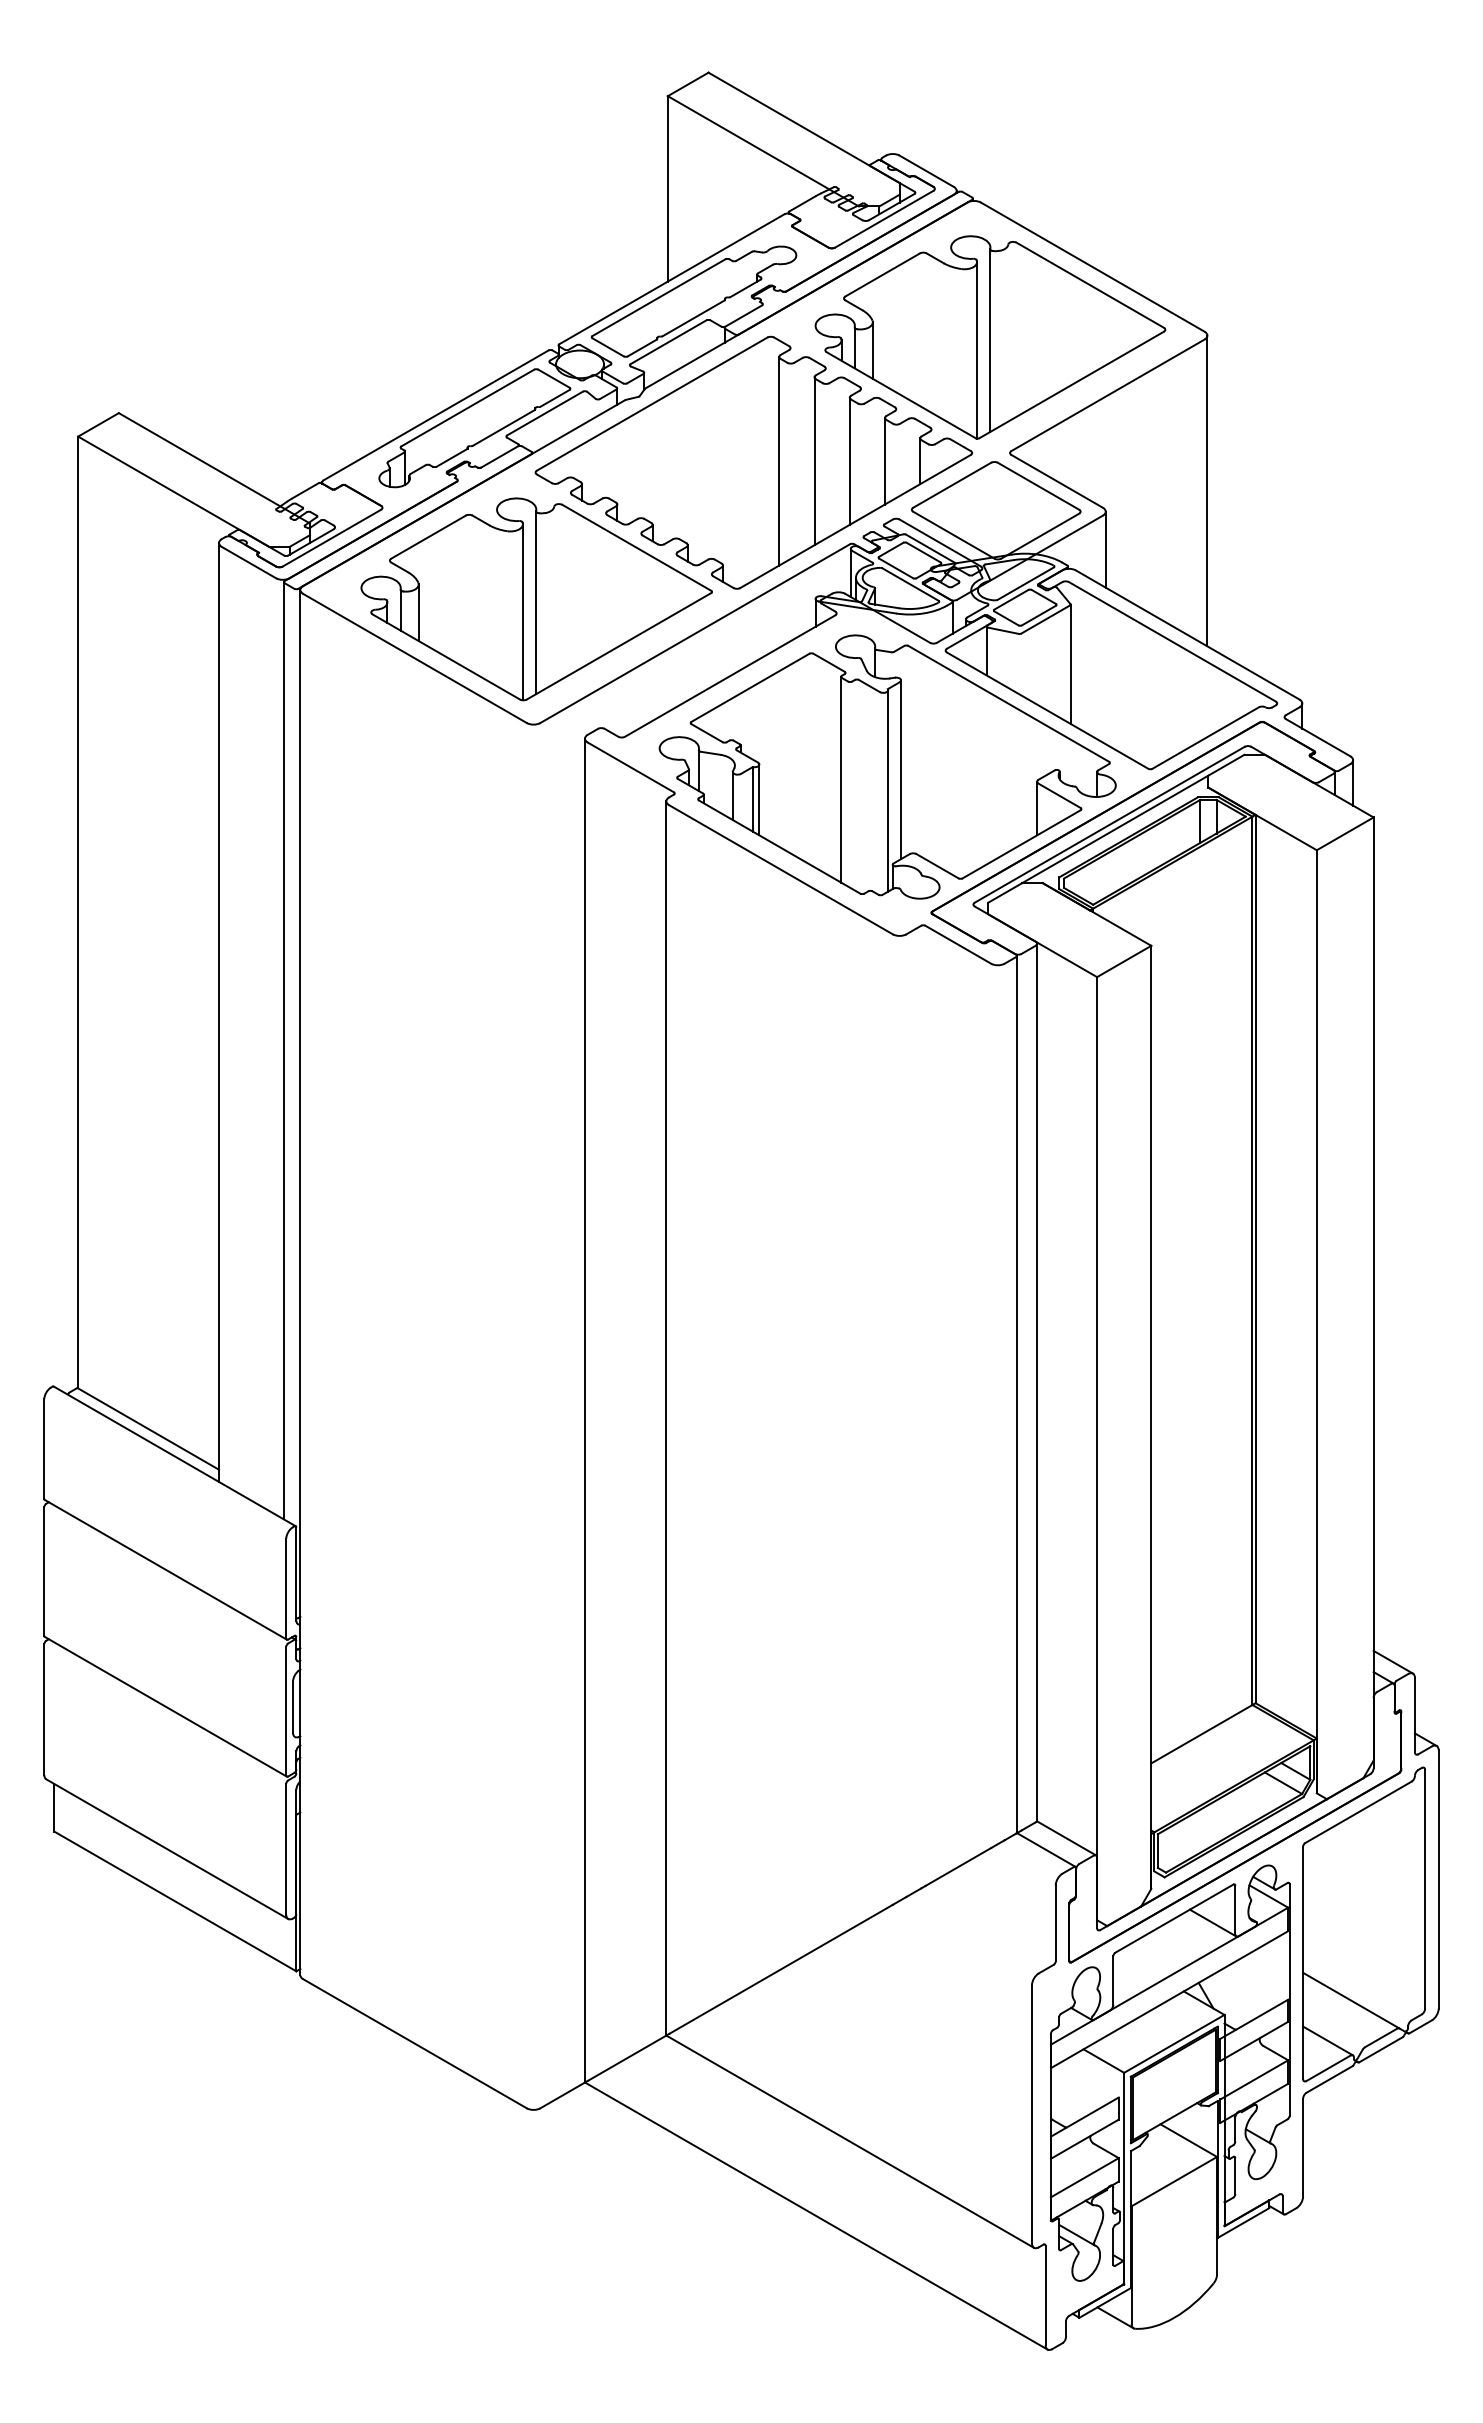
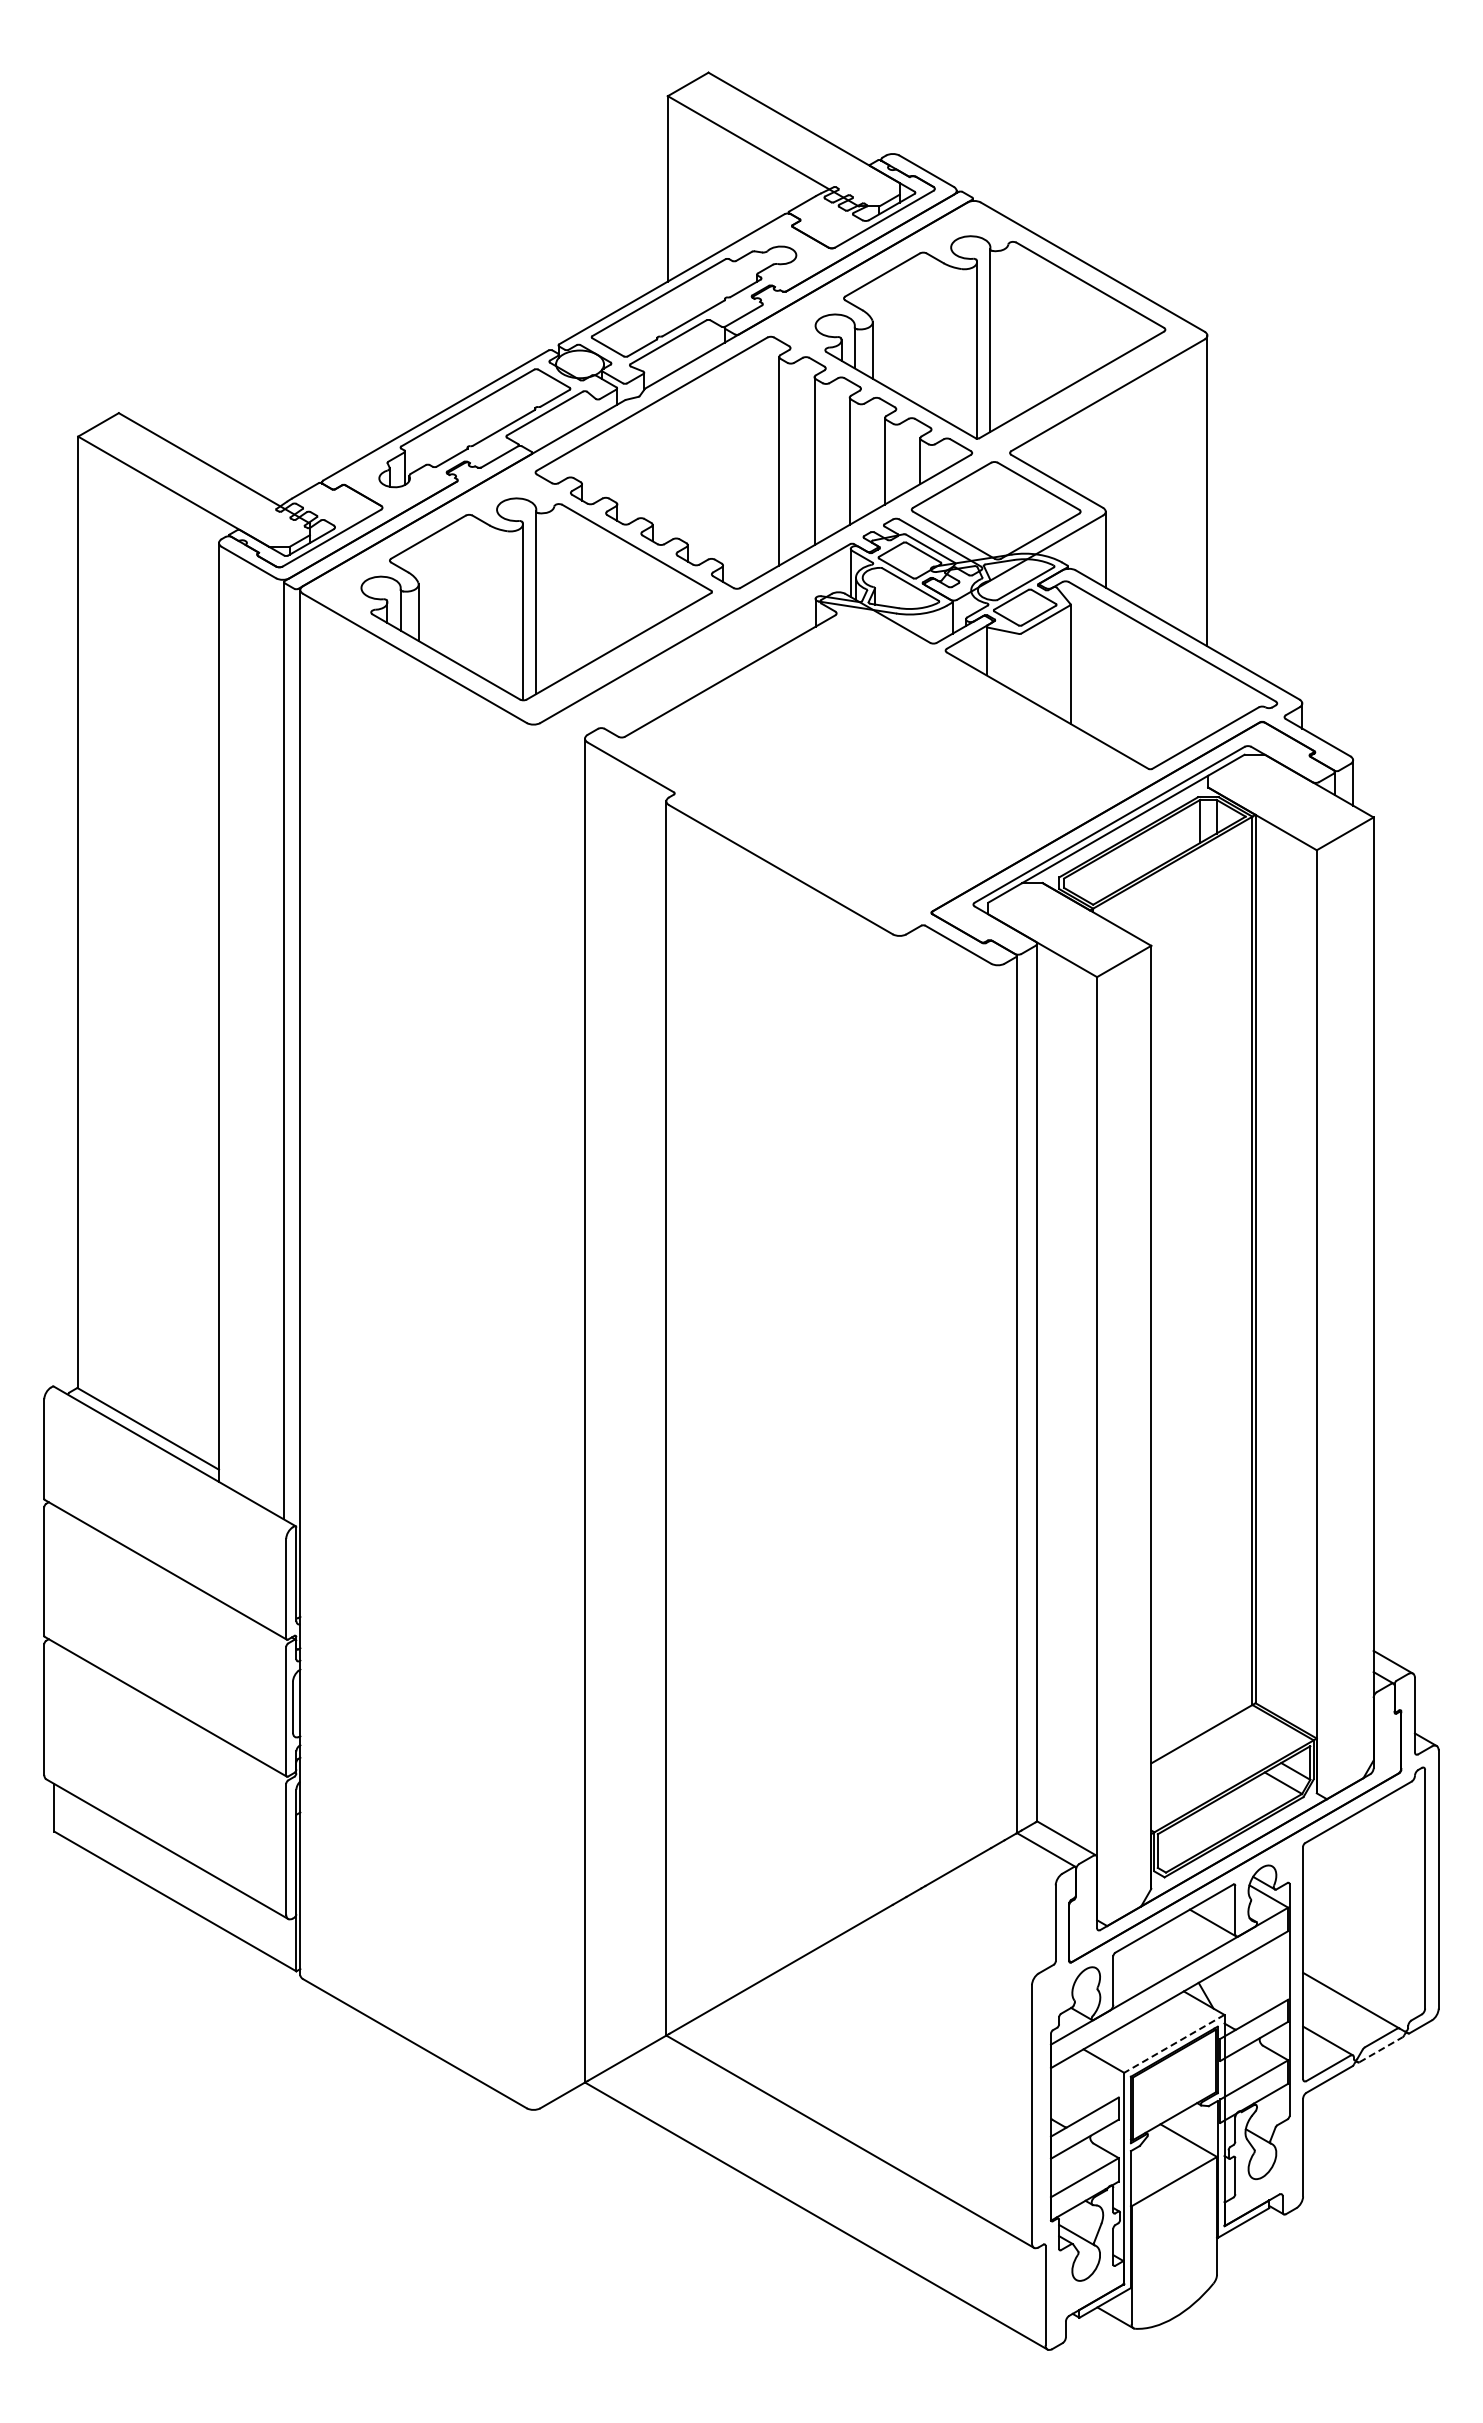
part at (887, 766): present -> none
line at (1174, 2043): solid -> dashed
line at (1381, 2049): solid -> dashed
